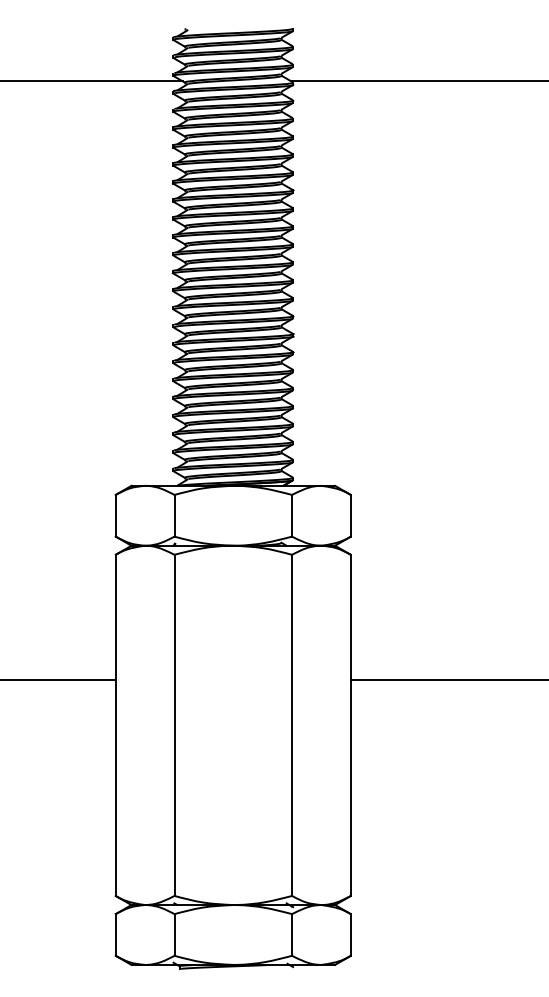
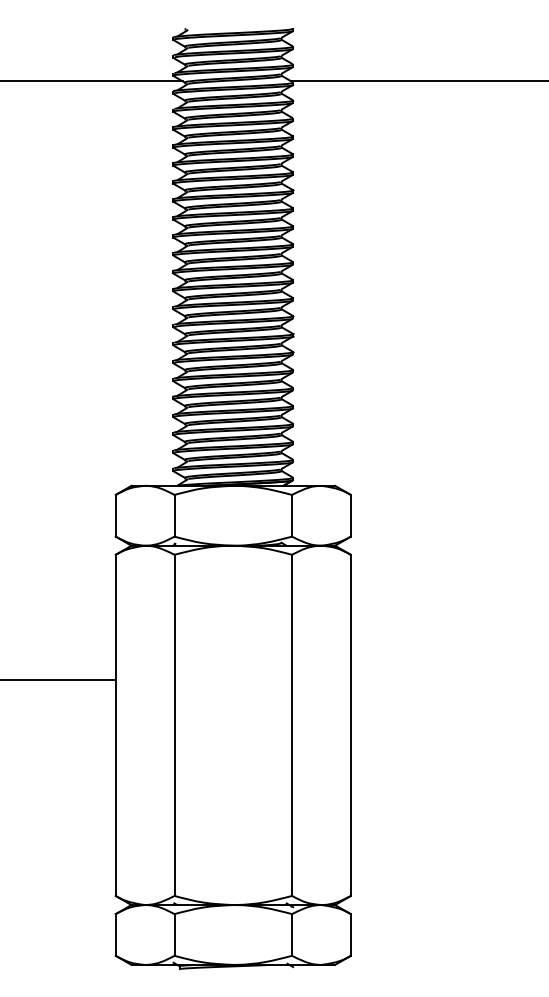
line at (447, 680): present -> none
